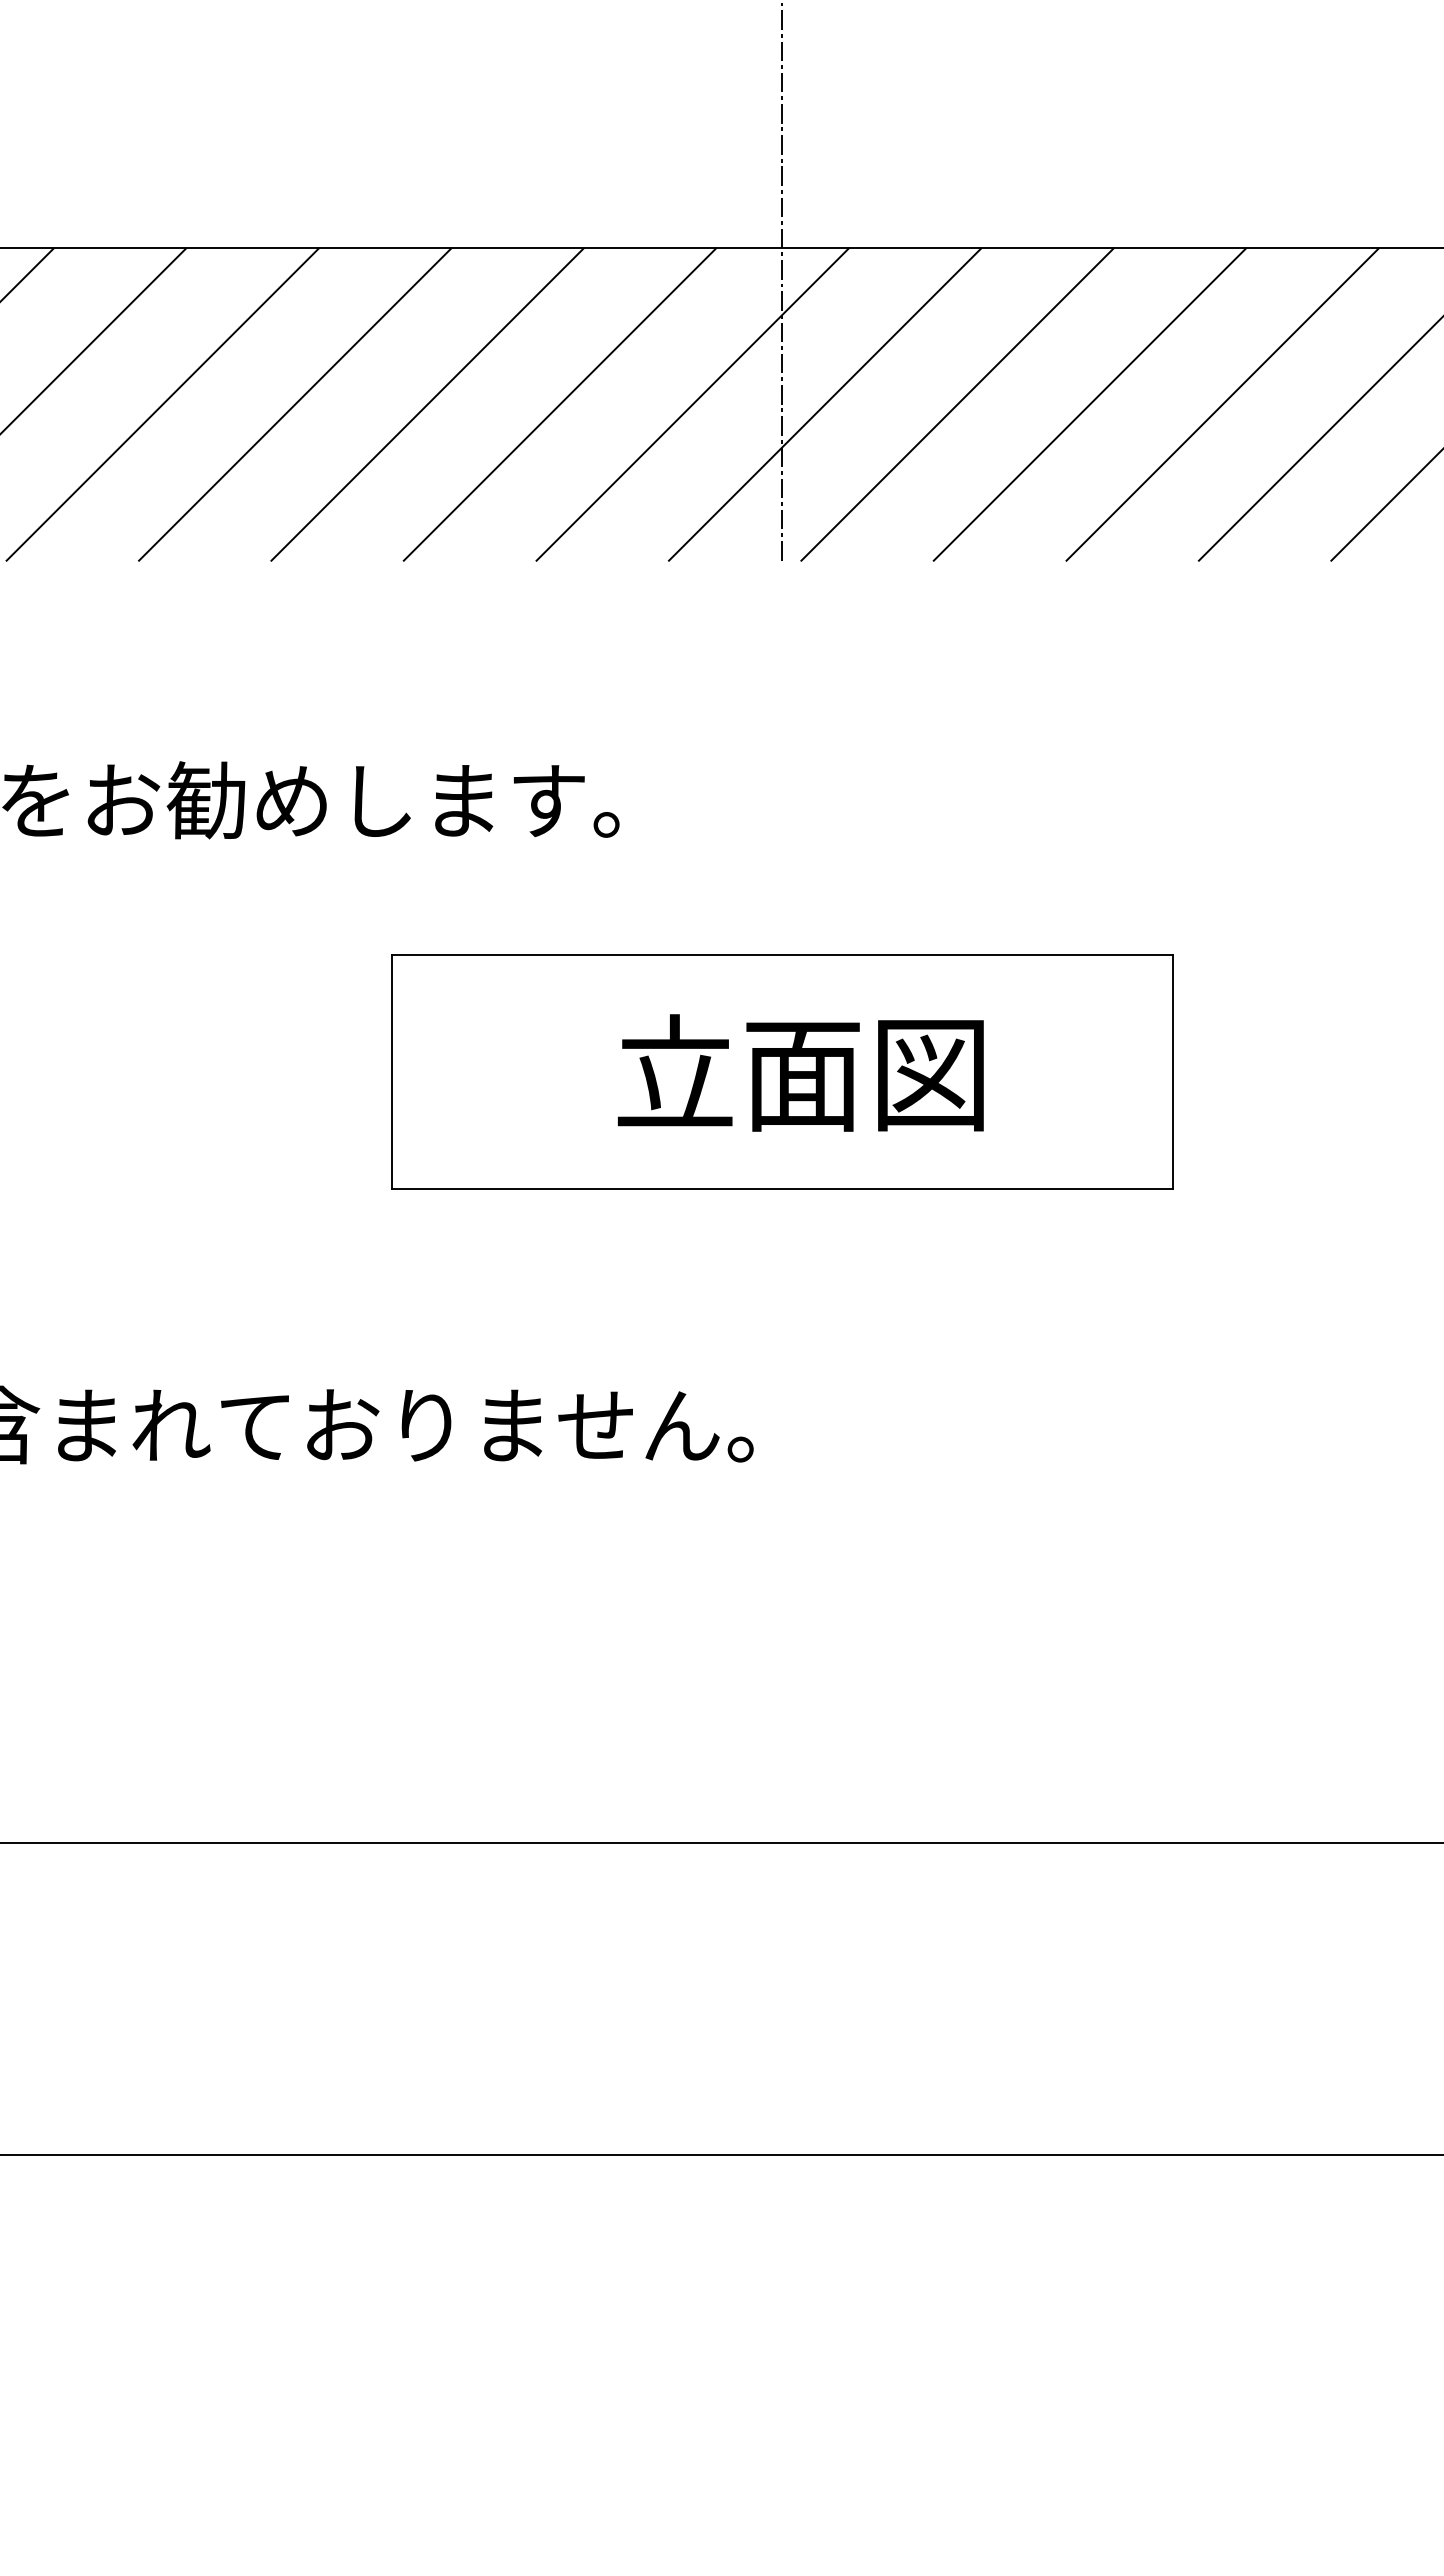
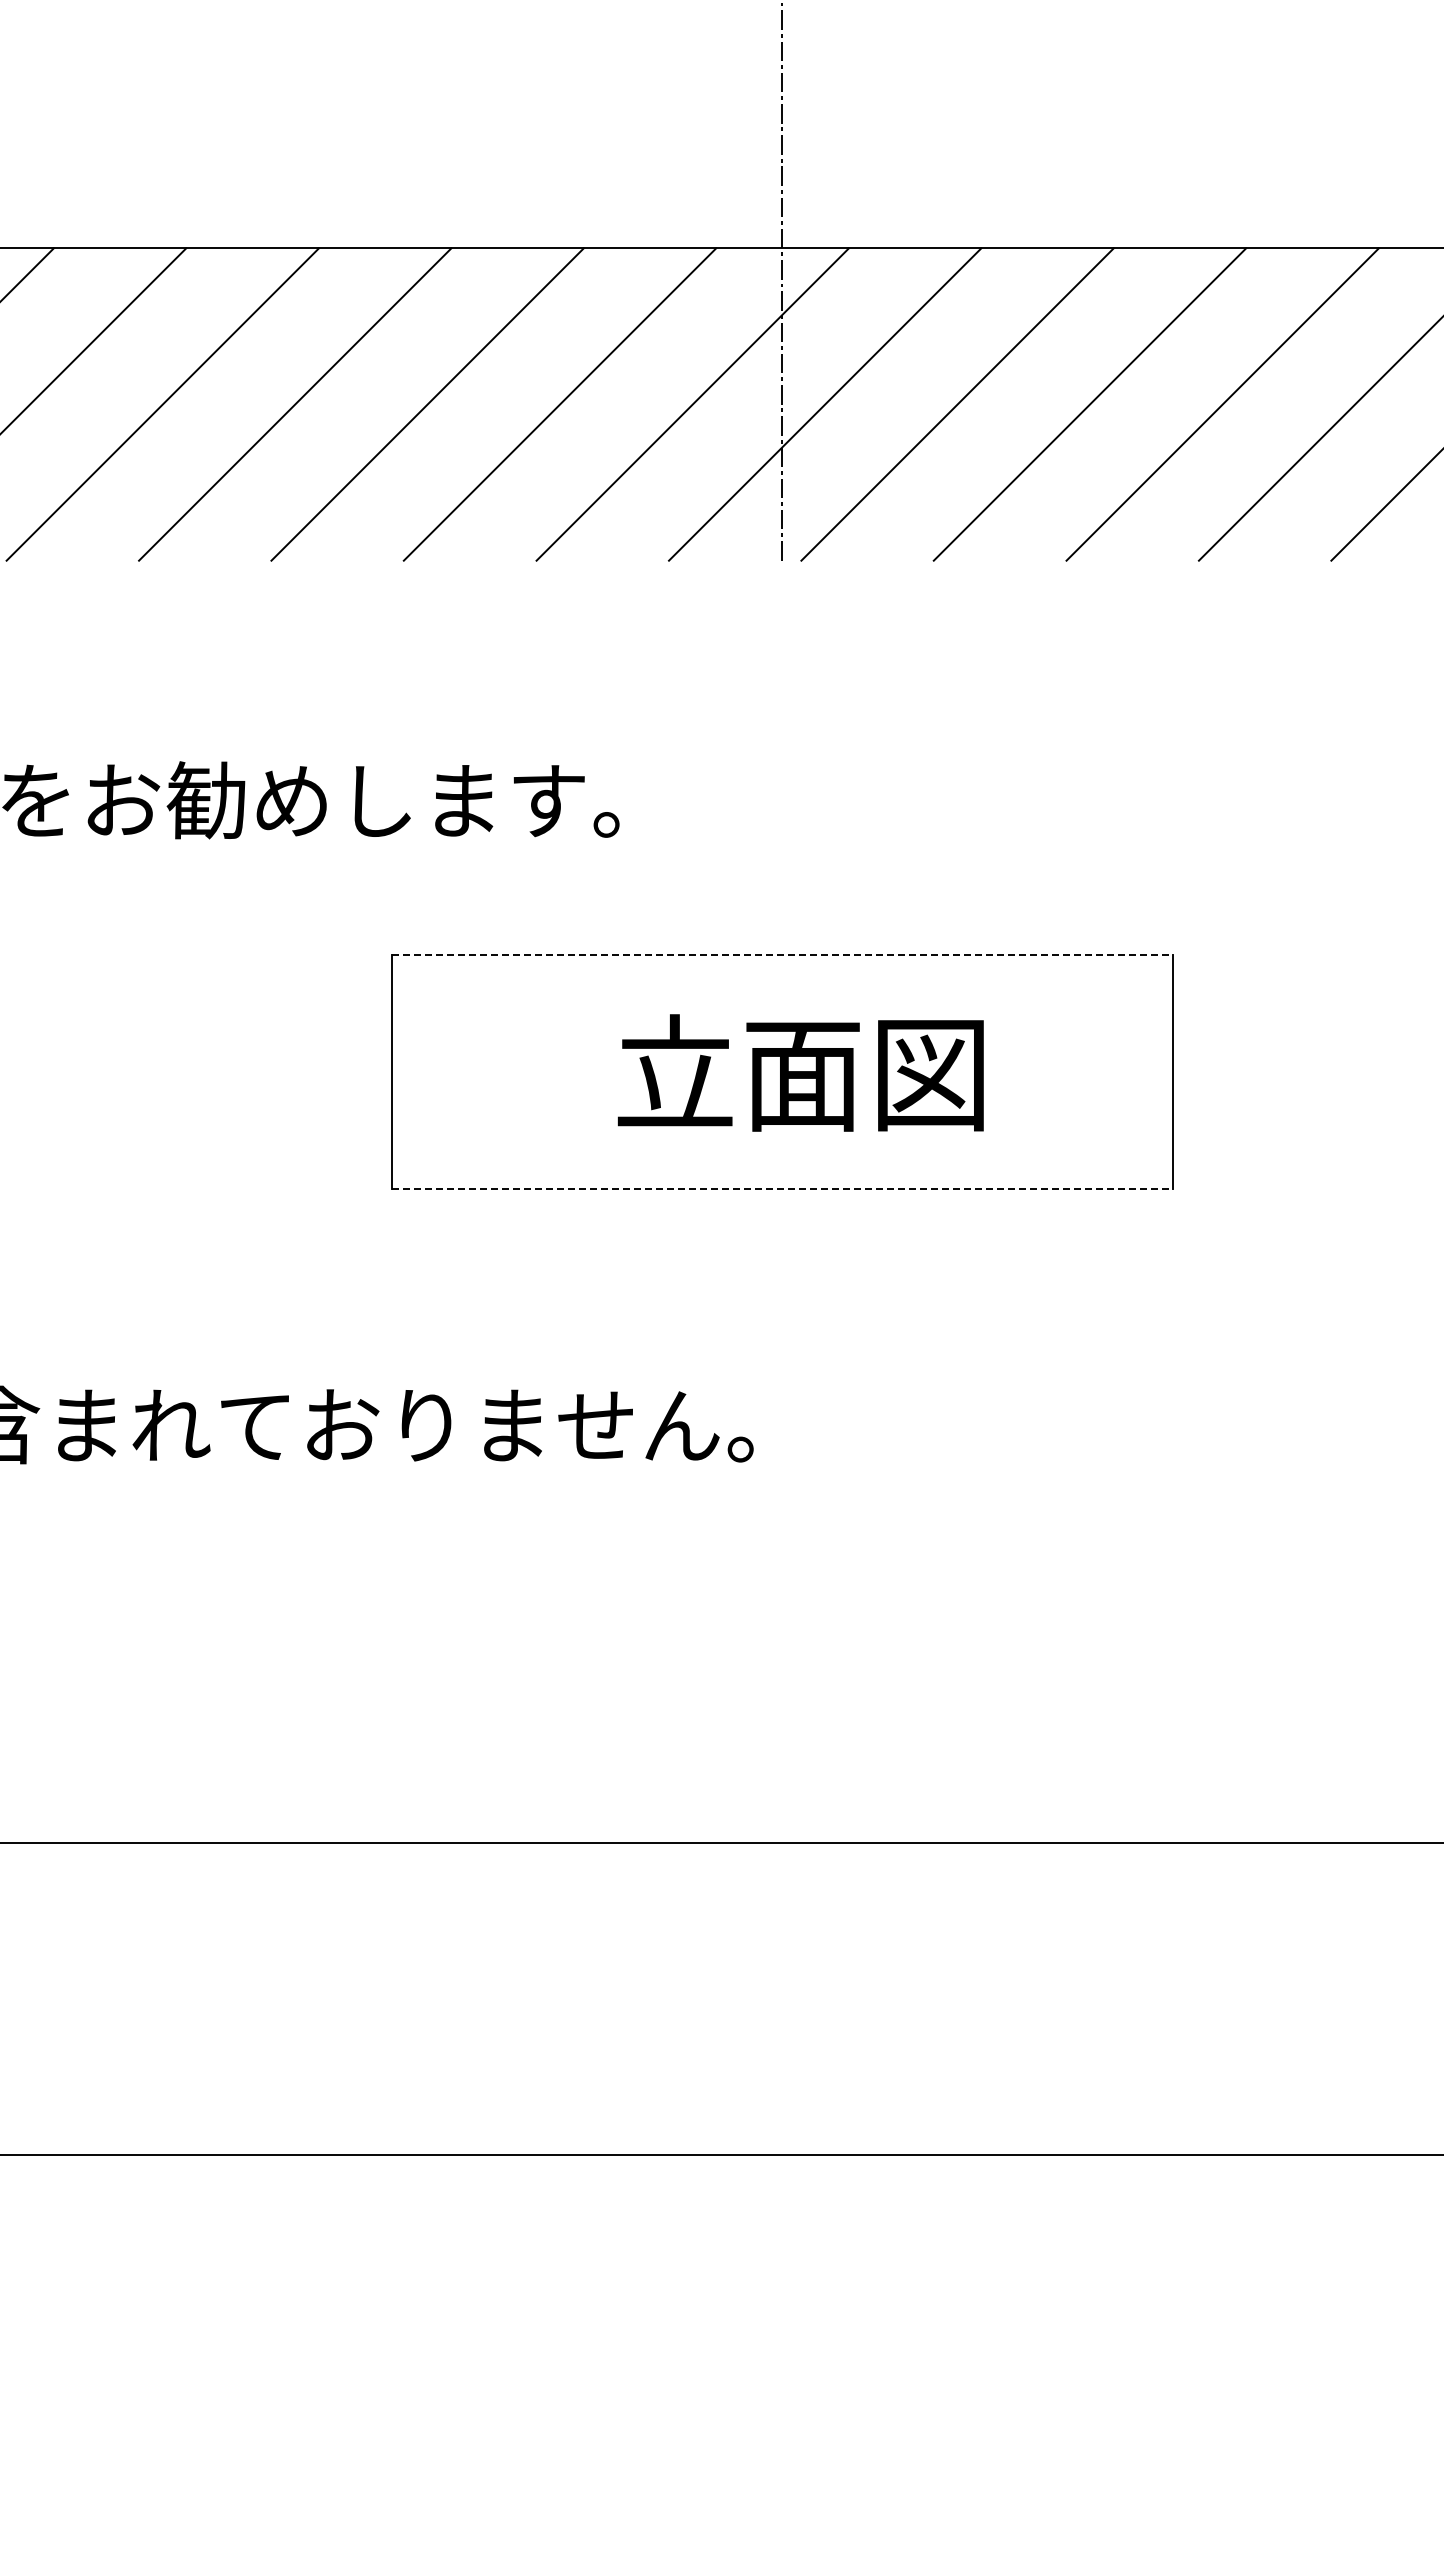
line at (782, 954): solid -> dashed
line at (782, 1189): solid -> dashed
